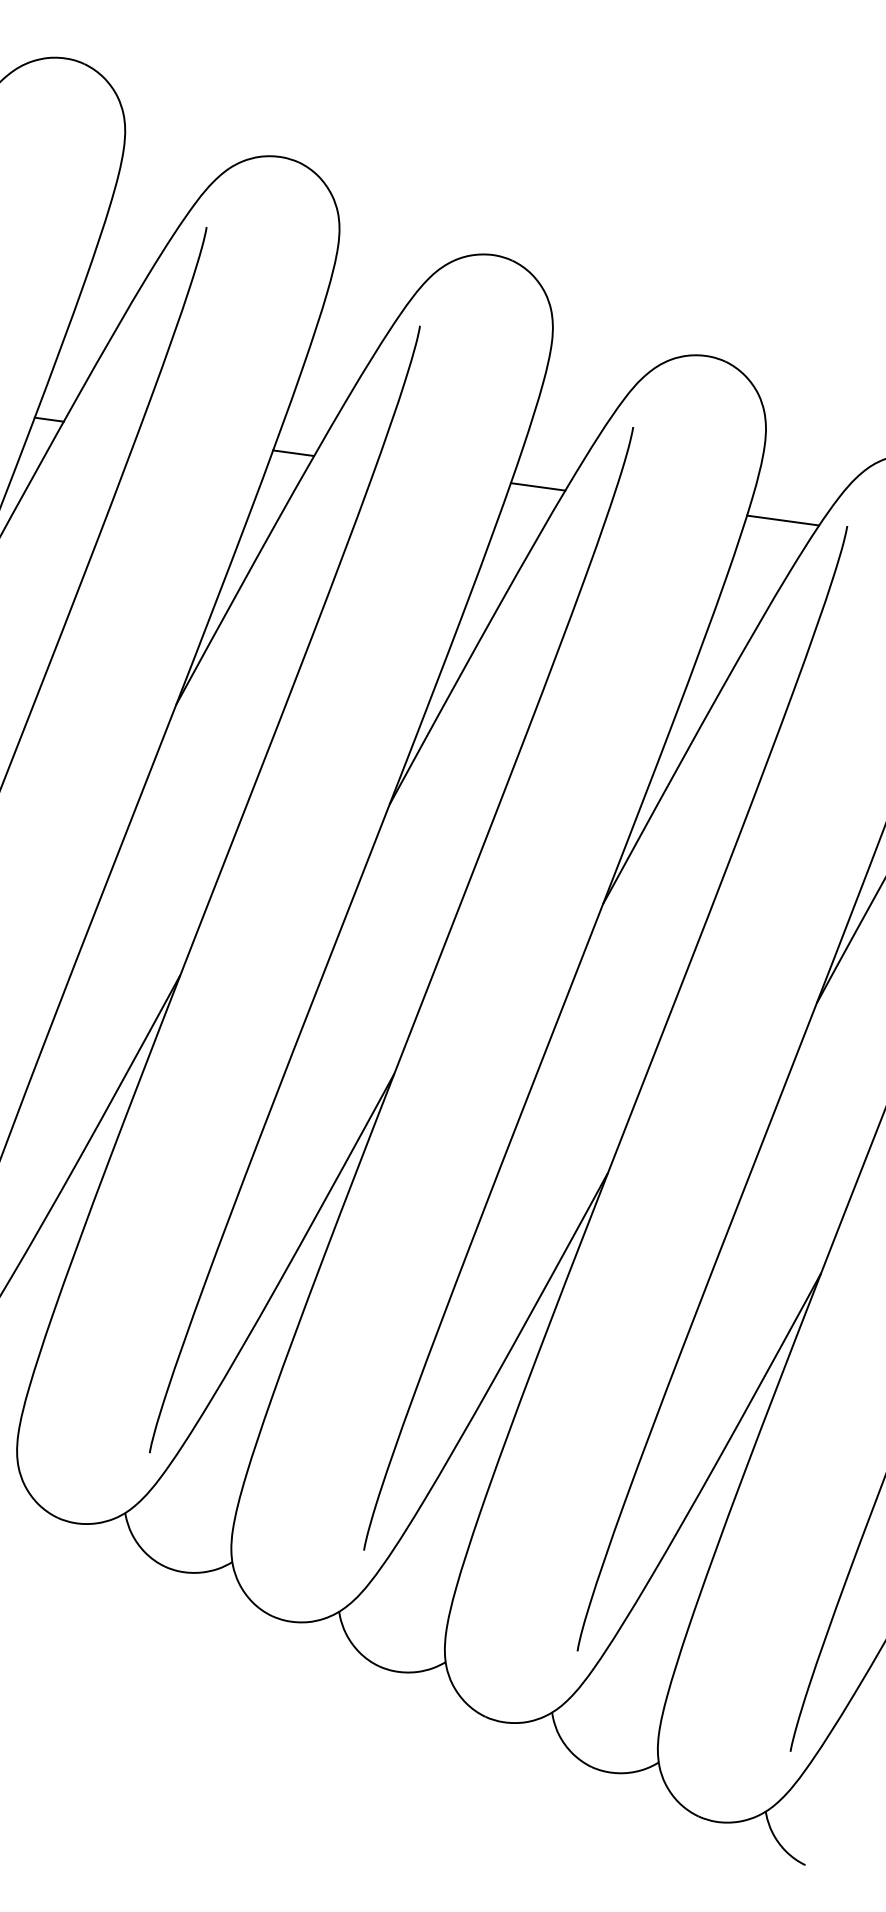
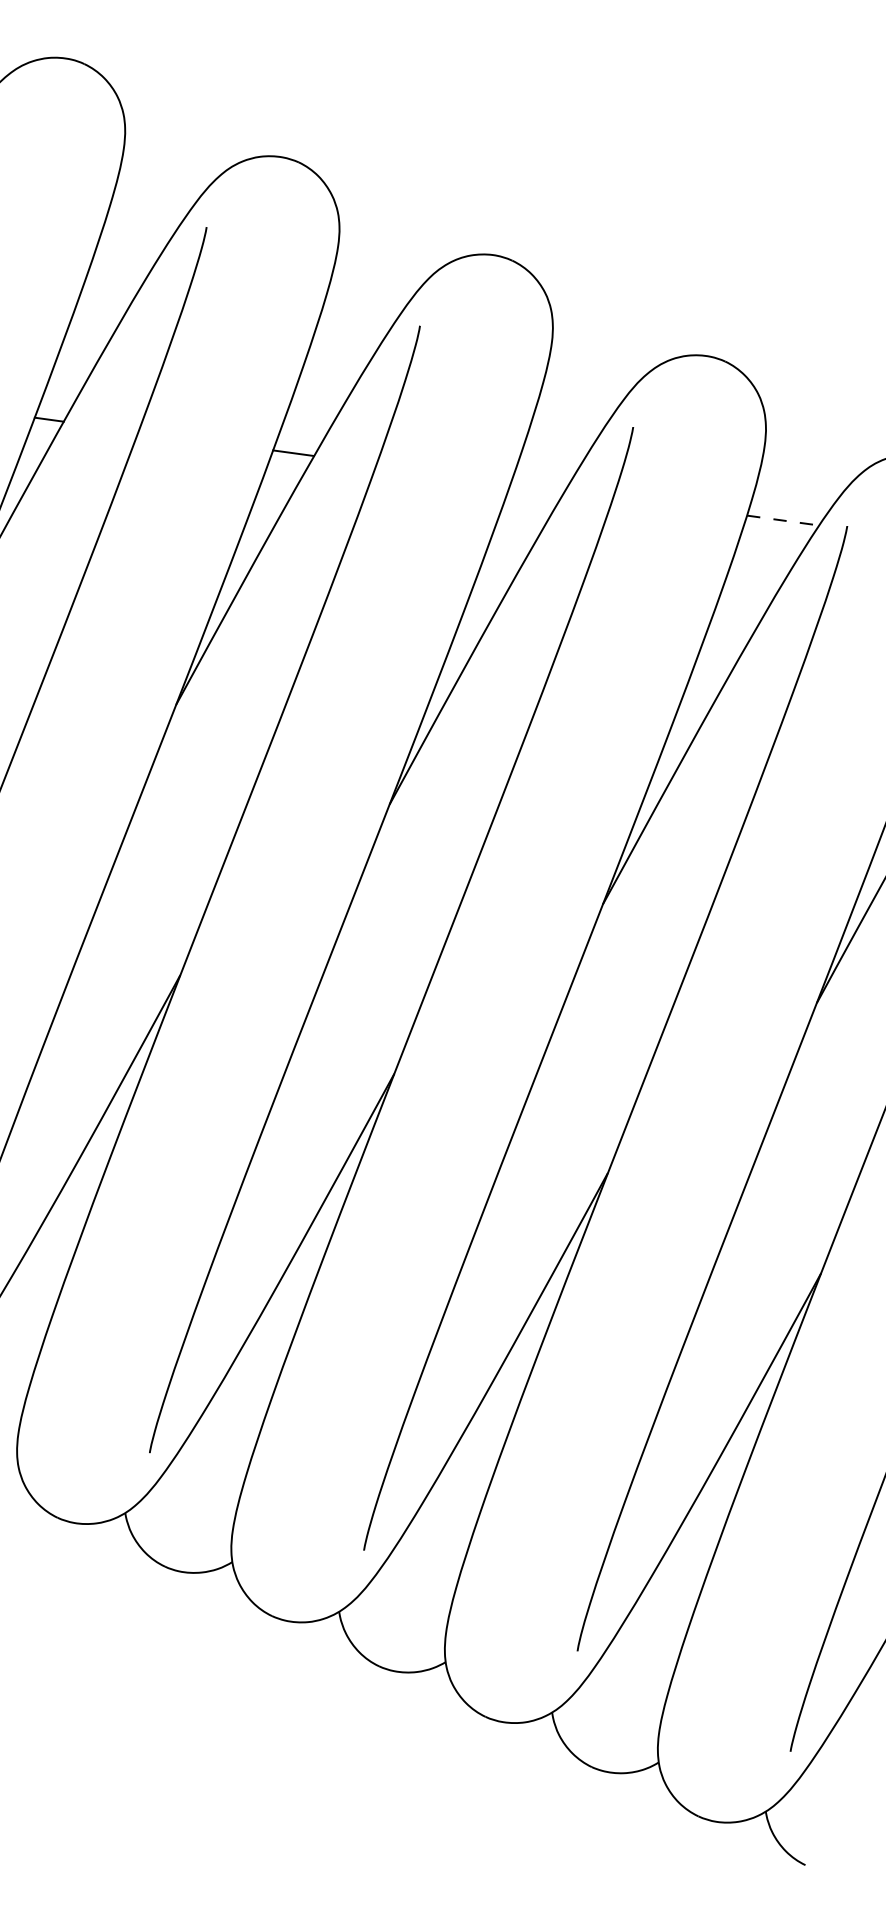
line at (537, 486): present -> none
line at (783, 520): solid -> dashed
